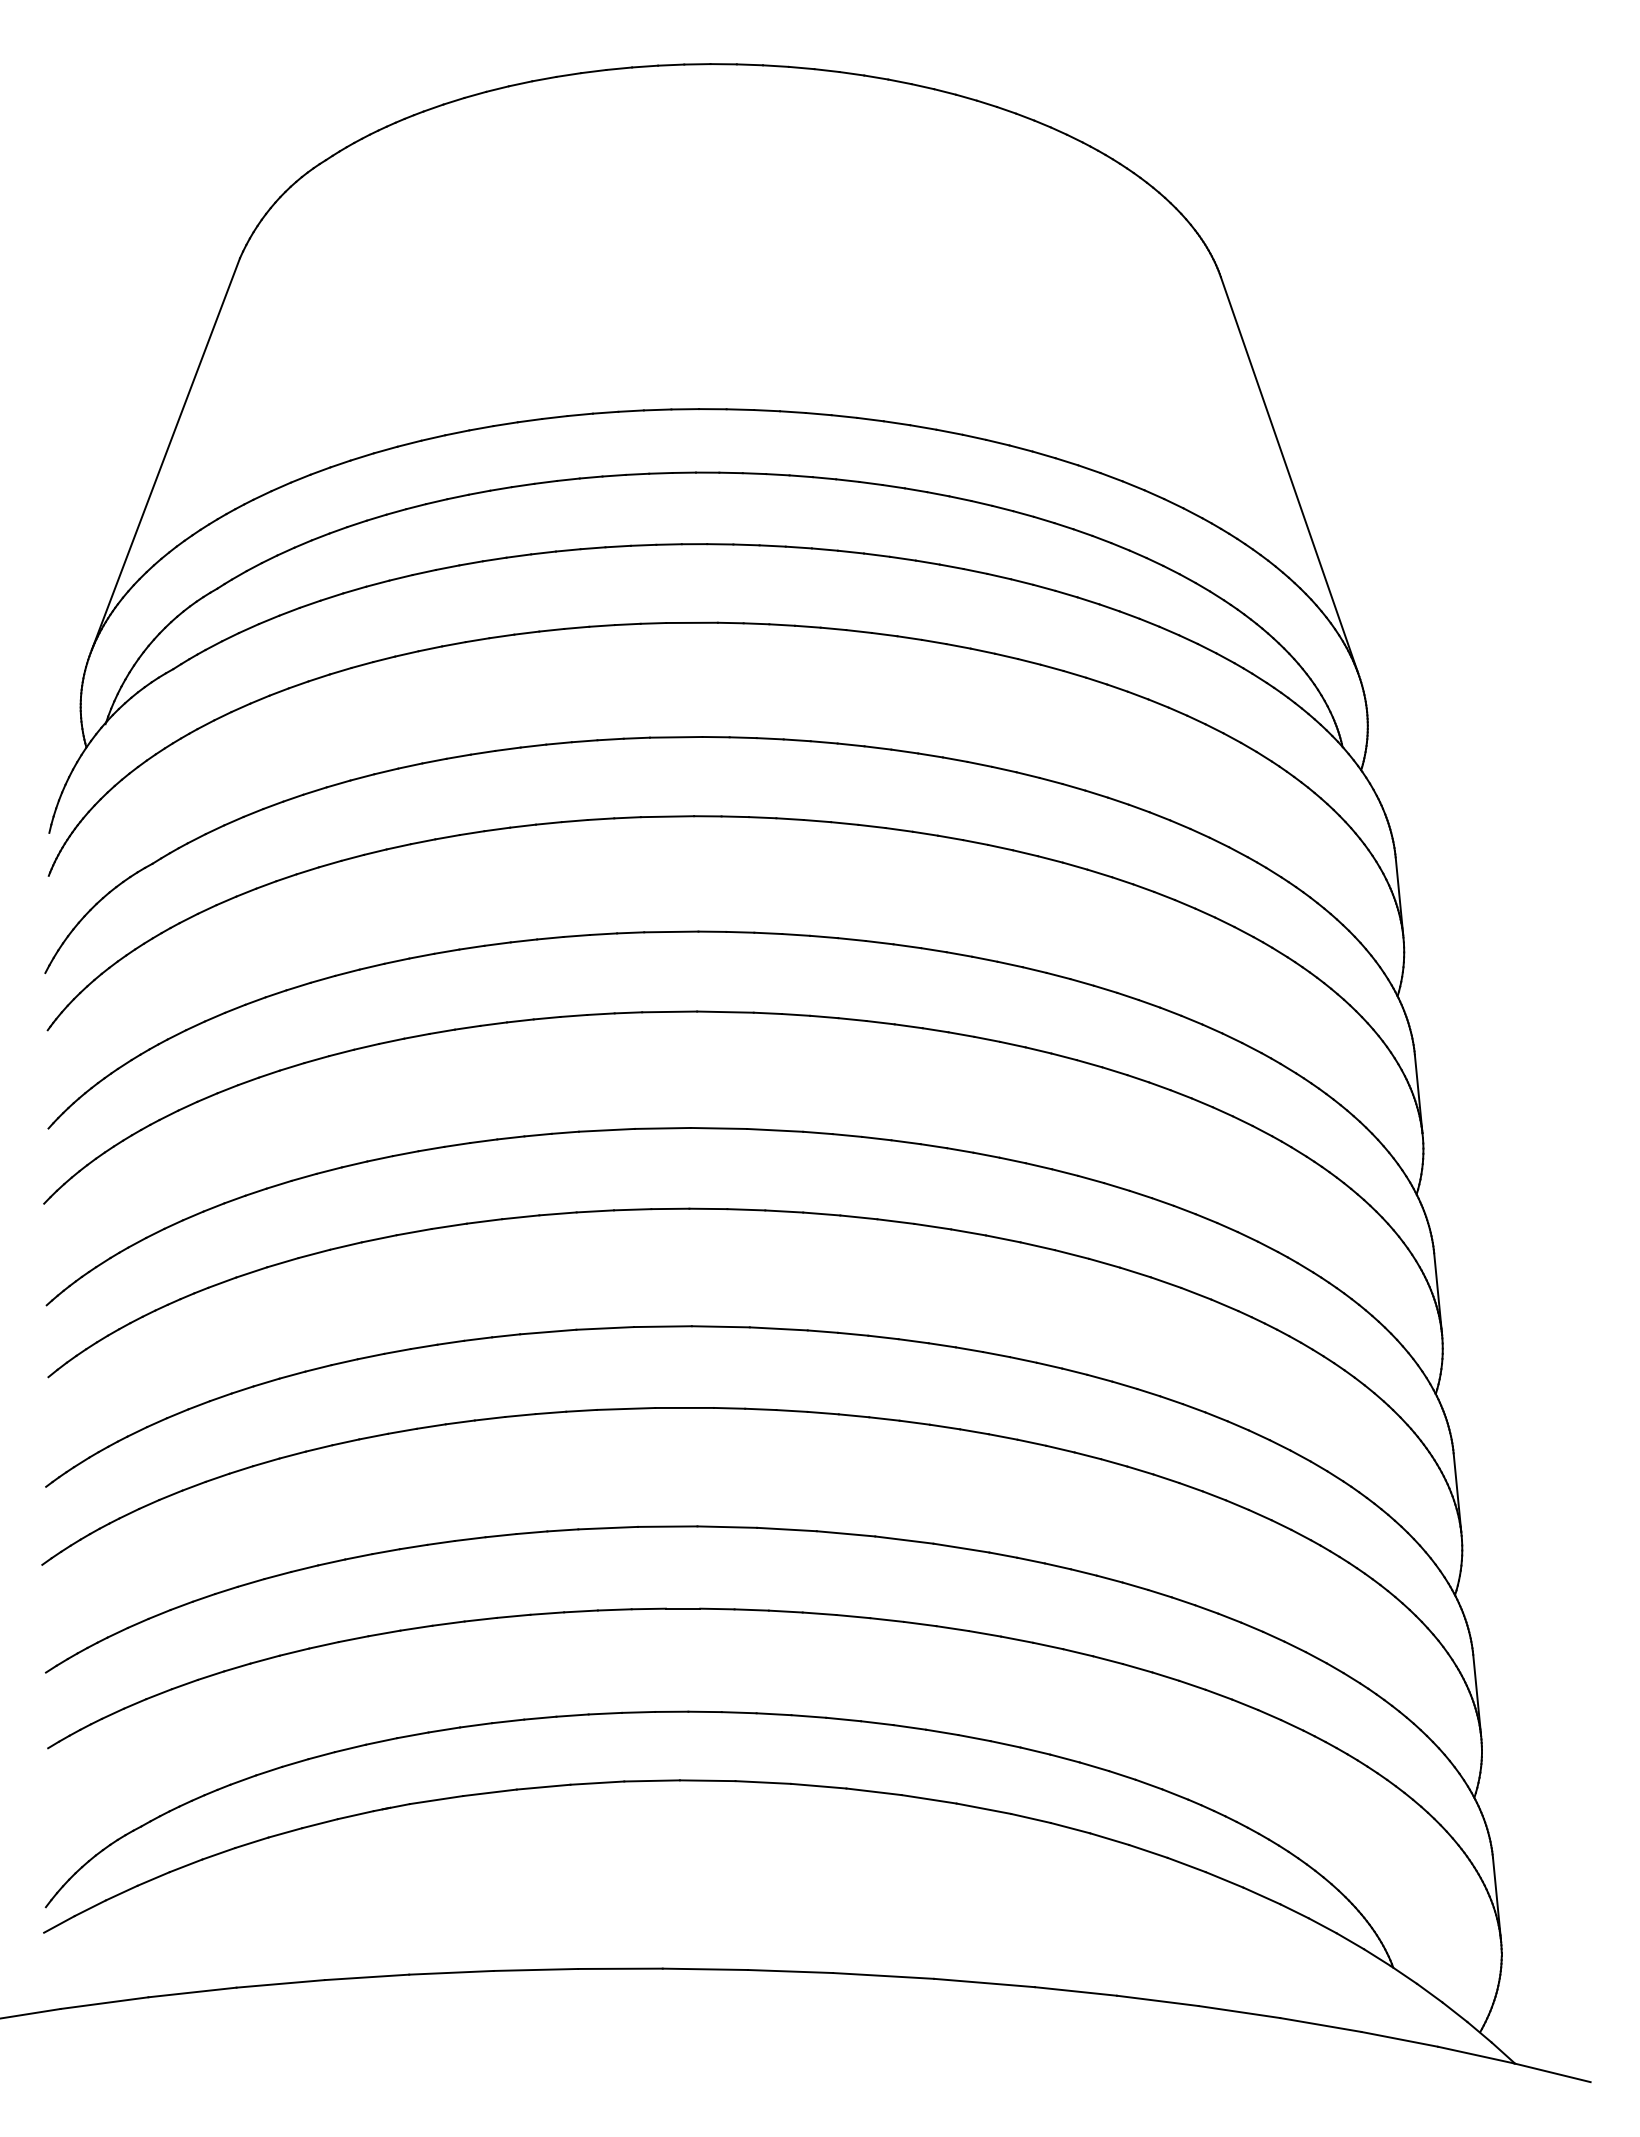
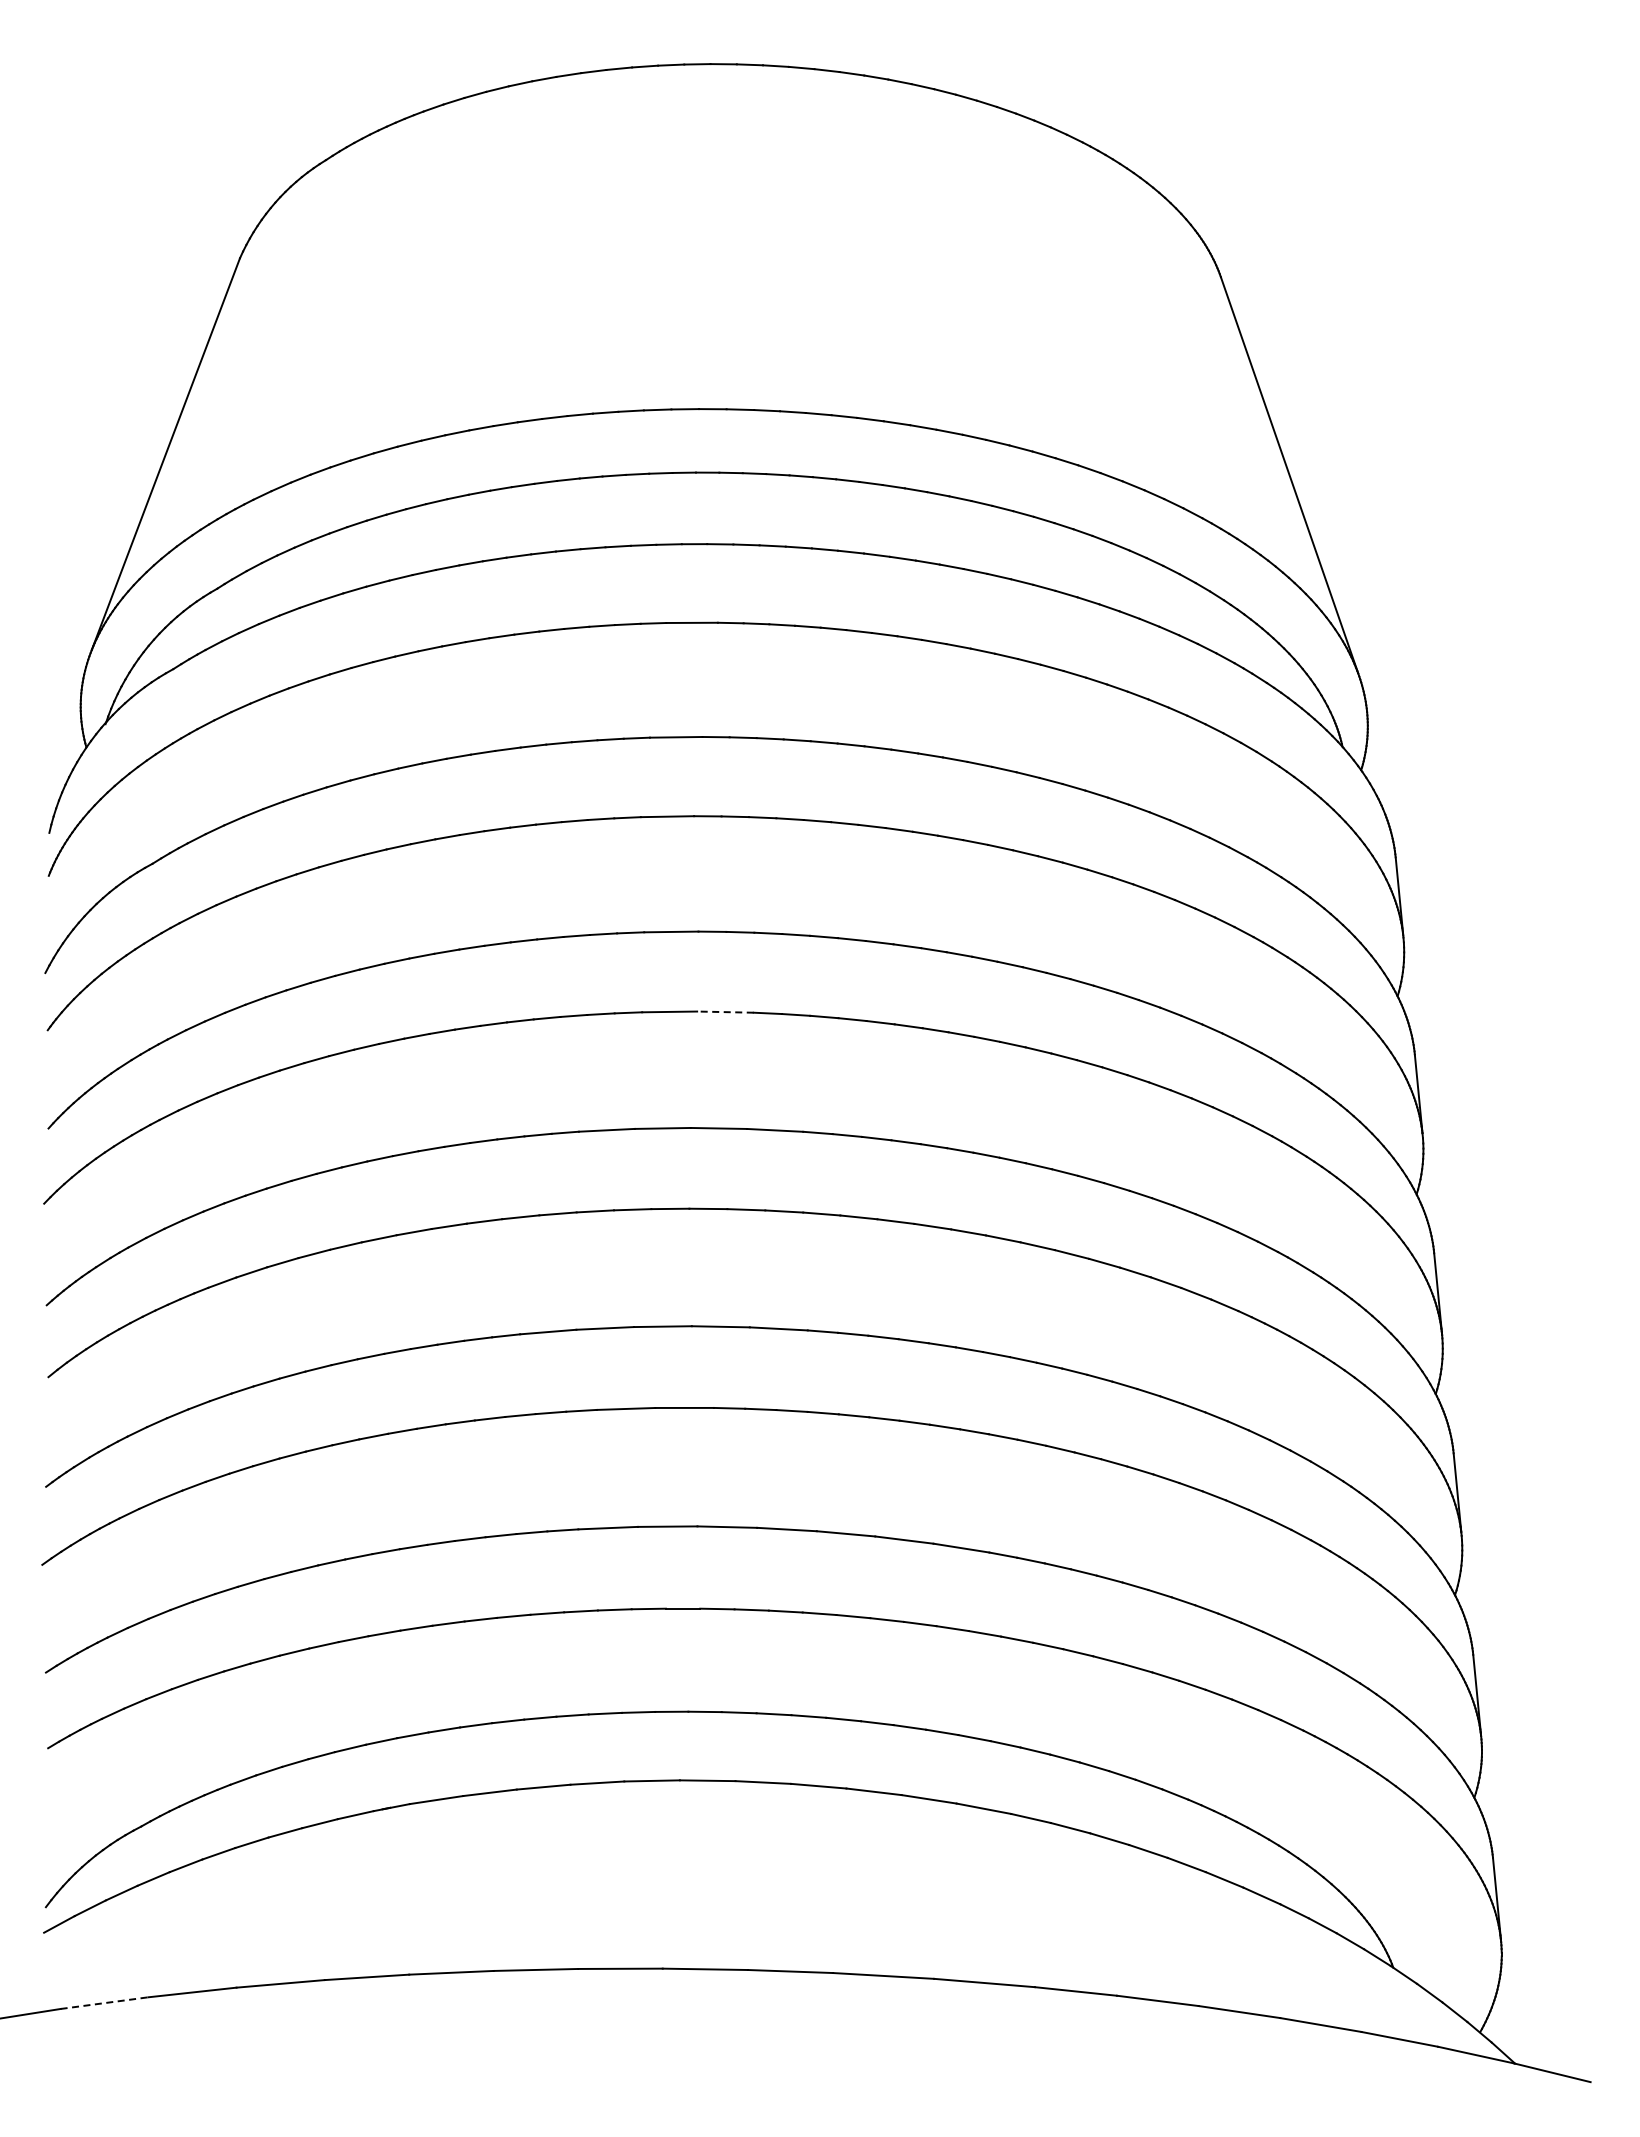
line at (724, 1012): solid -> dashed
line at (105, 2003): solid -> dashed
